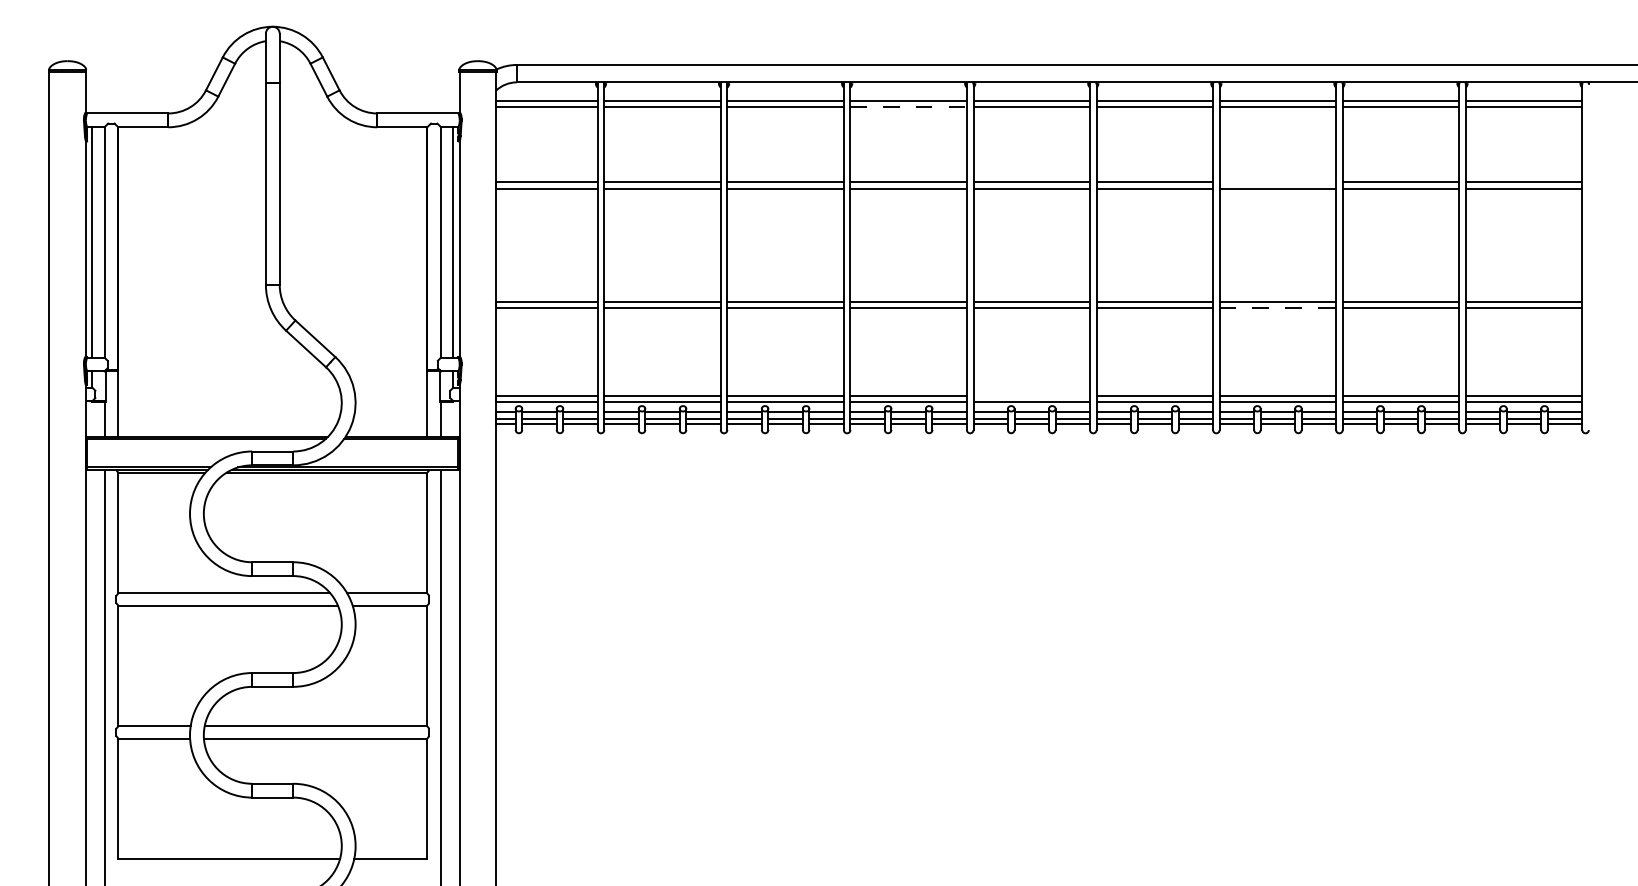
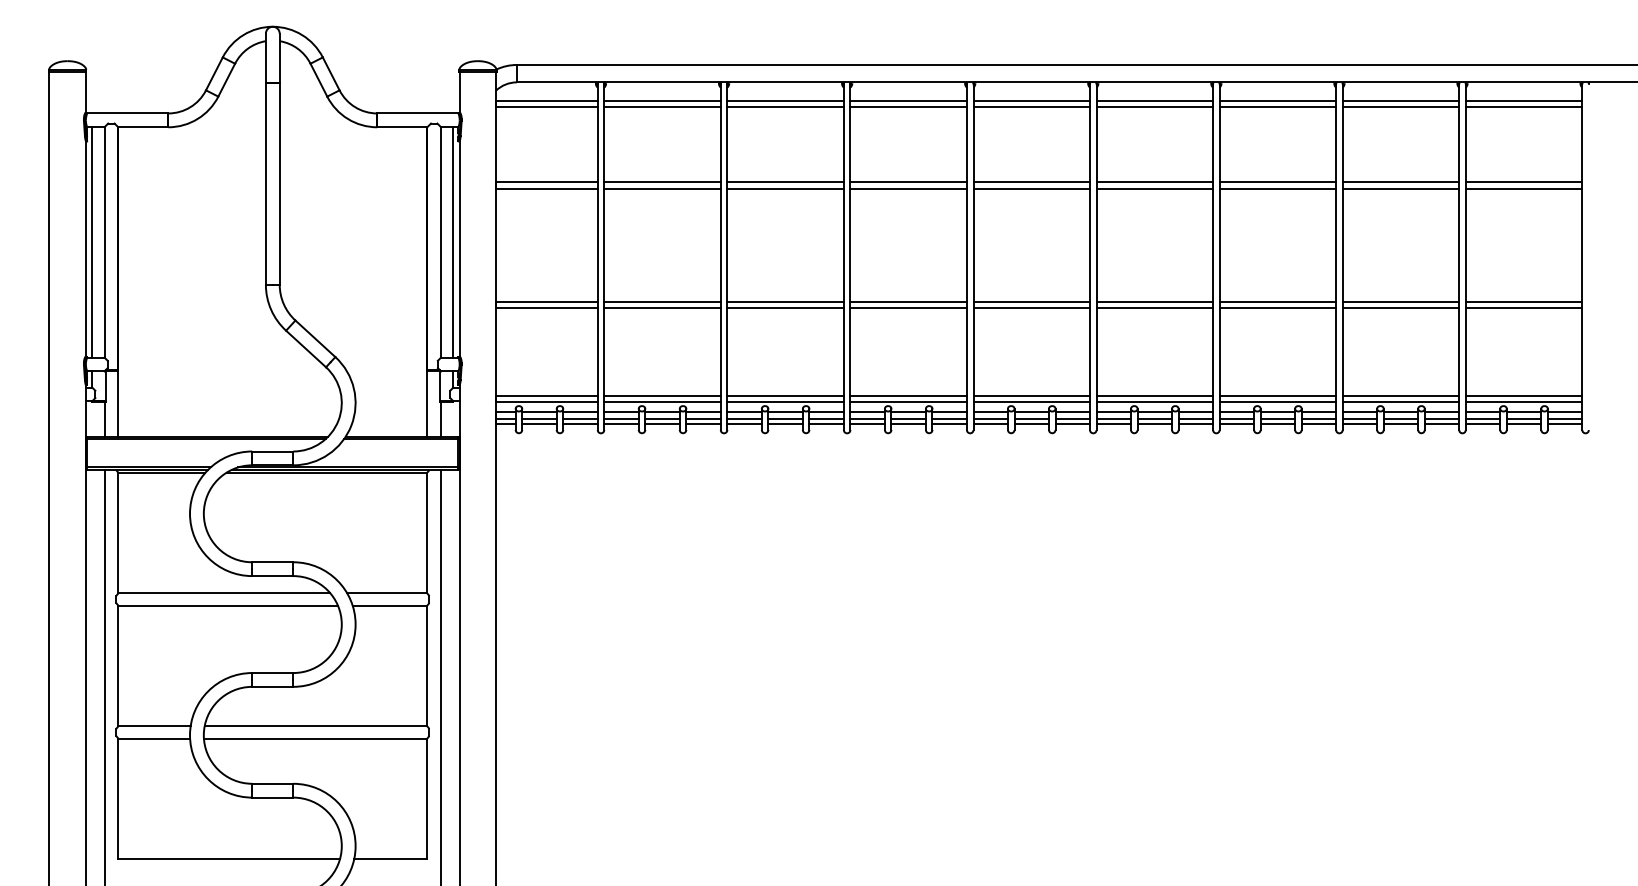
line at (909, 107): dashed -> solid
line at (1277, 182): none -> present
line at (1278, 308): dashed -> solid
line at (1031, 395): none -> present
